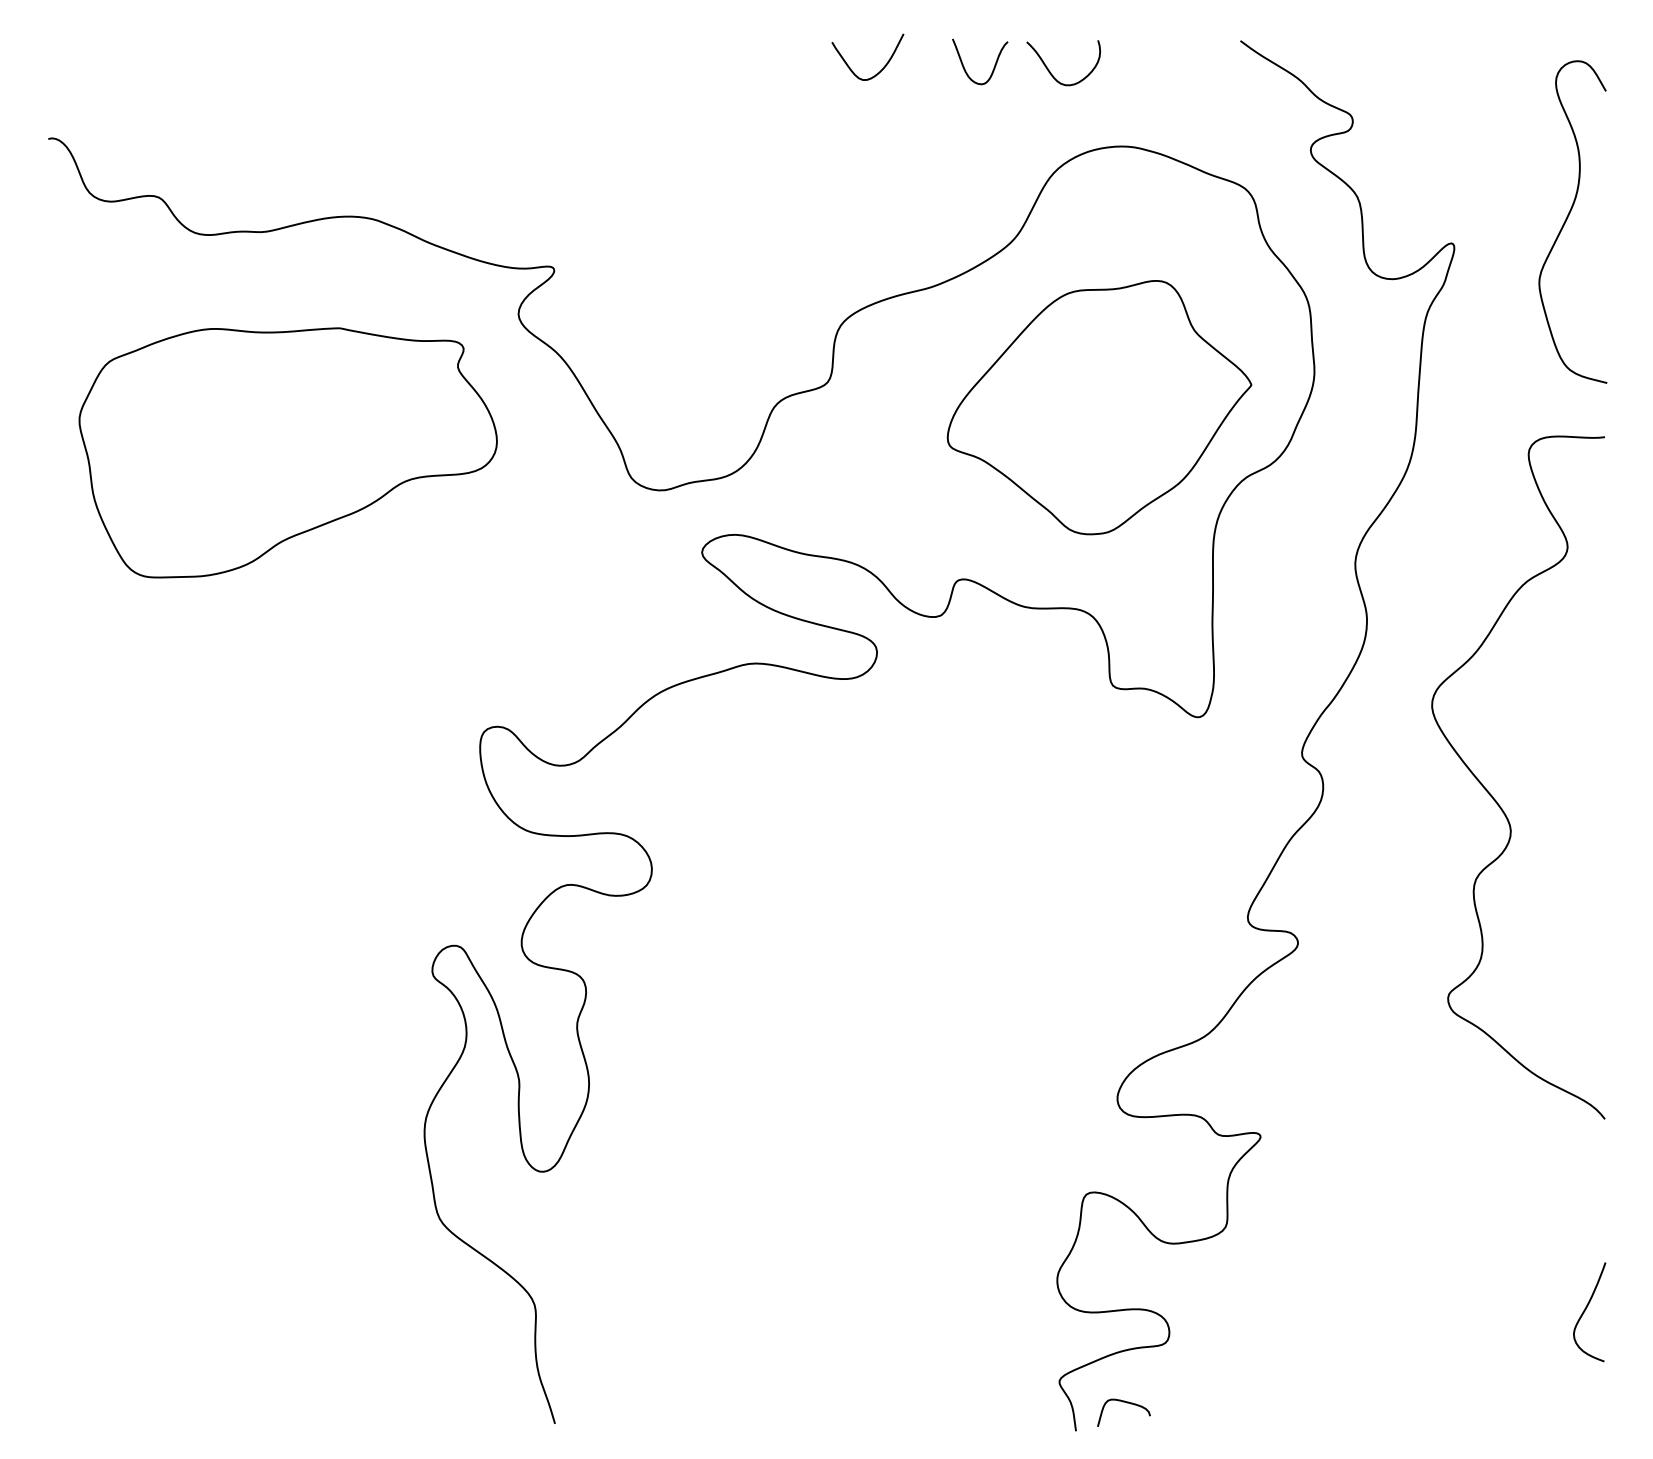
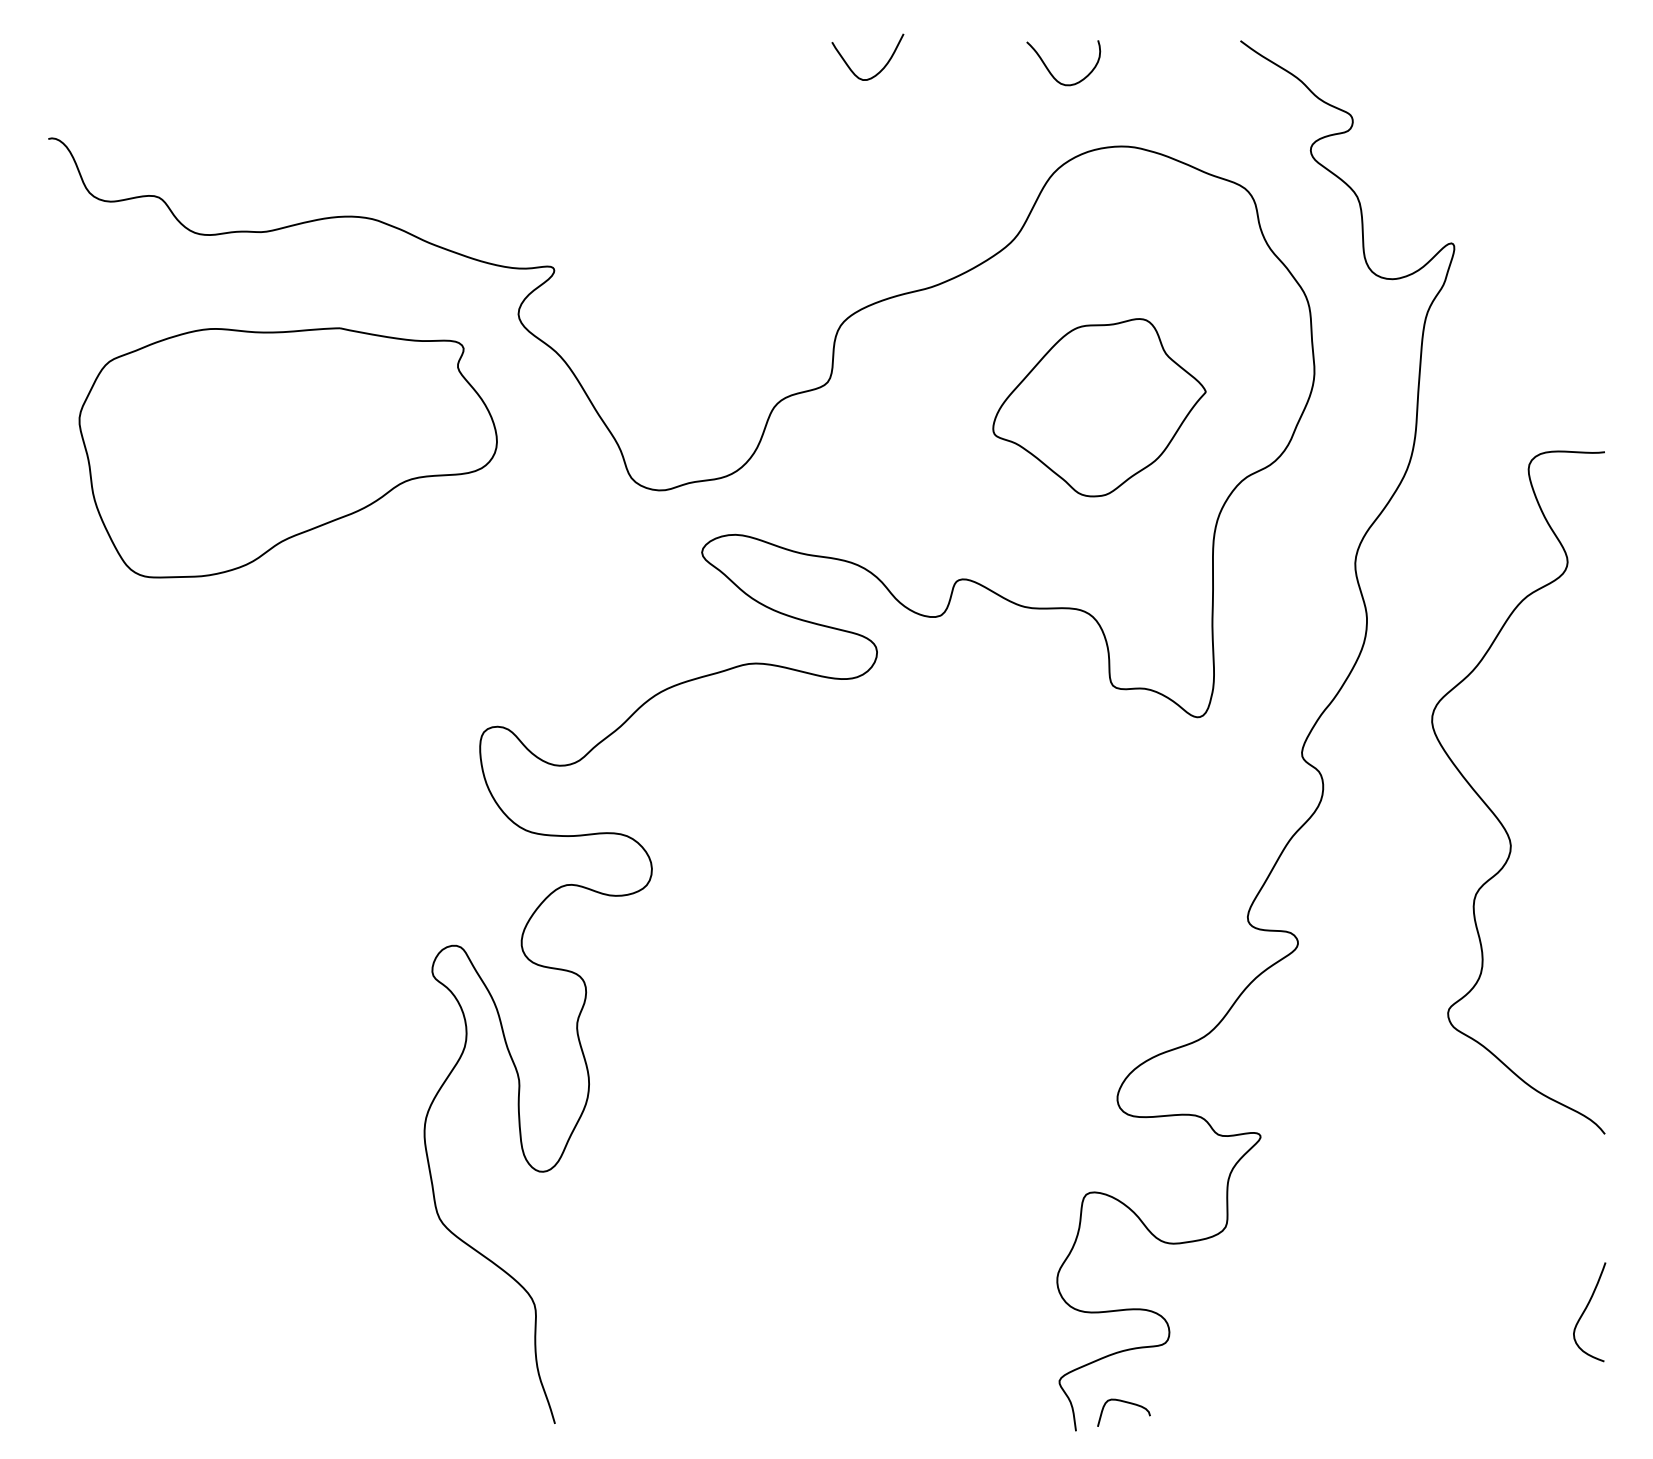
curve at (994, 64): present -> none
curve at (1567, 219): present -> none
part at (1099, 407) size: 307x256 px -> 215x180 px
curve at (1493, 796) position: (1493, 796) -> (1493, 811)
